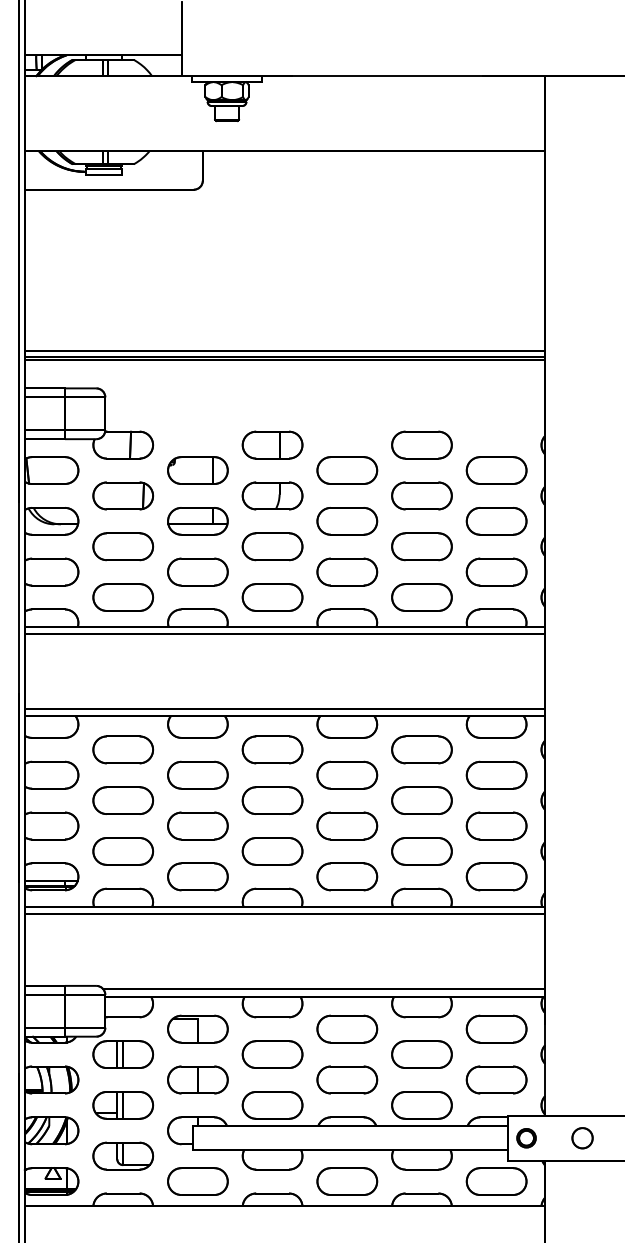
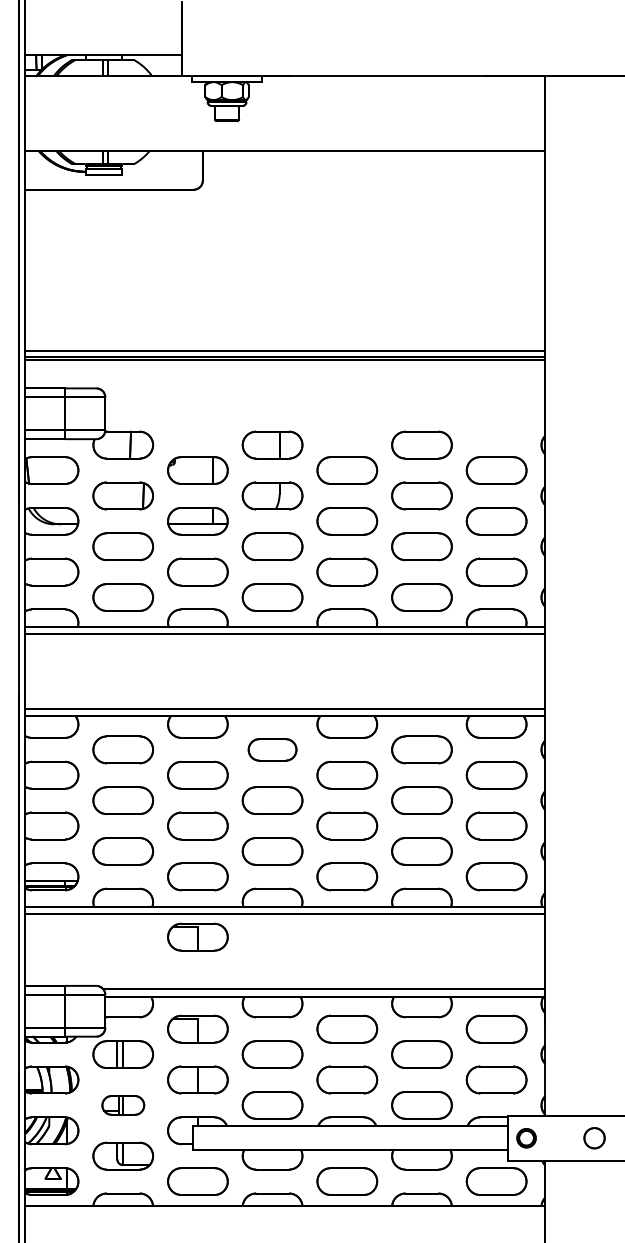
part at (272, 749) size: 63x30 px -> 51x24 px
part at (197, 936): none -> present
part at (123, 1105) size: 63x29 px -> 45x21 px
circle at (582, 1138) position: (582, 1138) -> (594, 1138)
